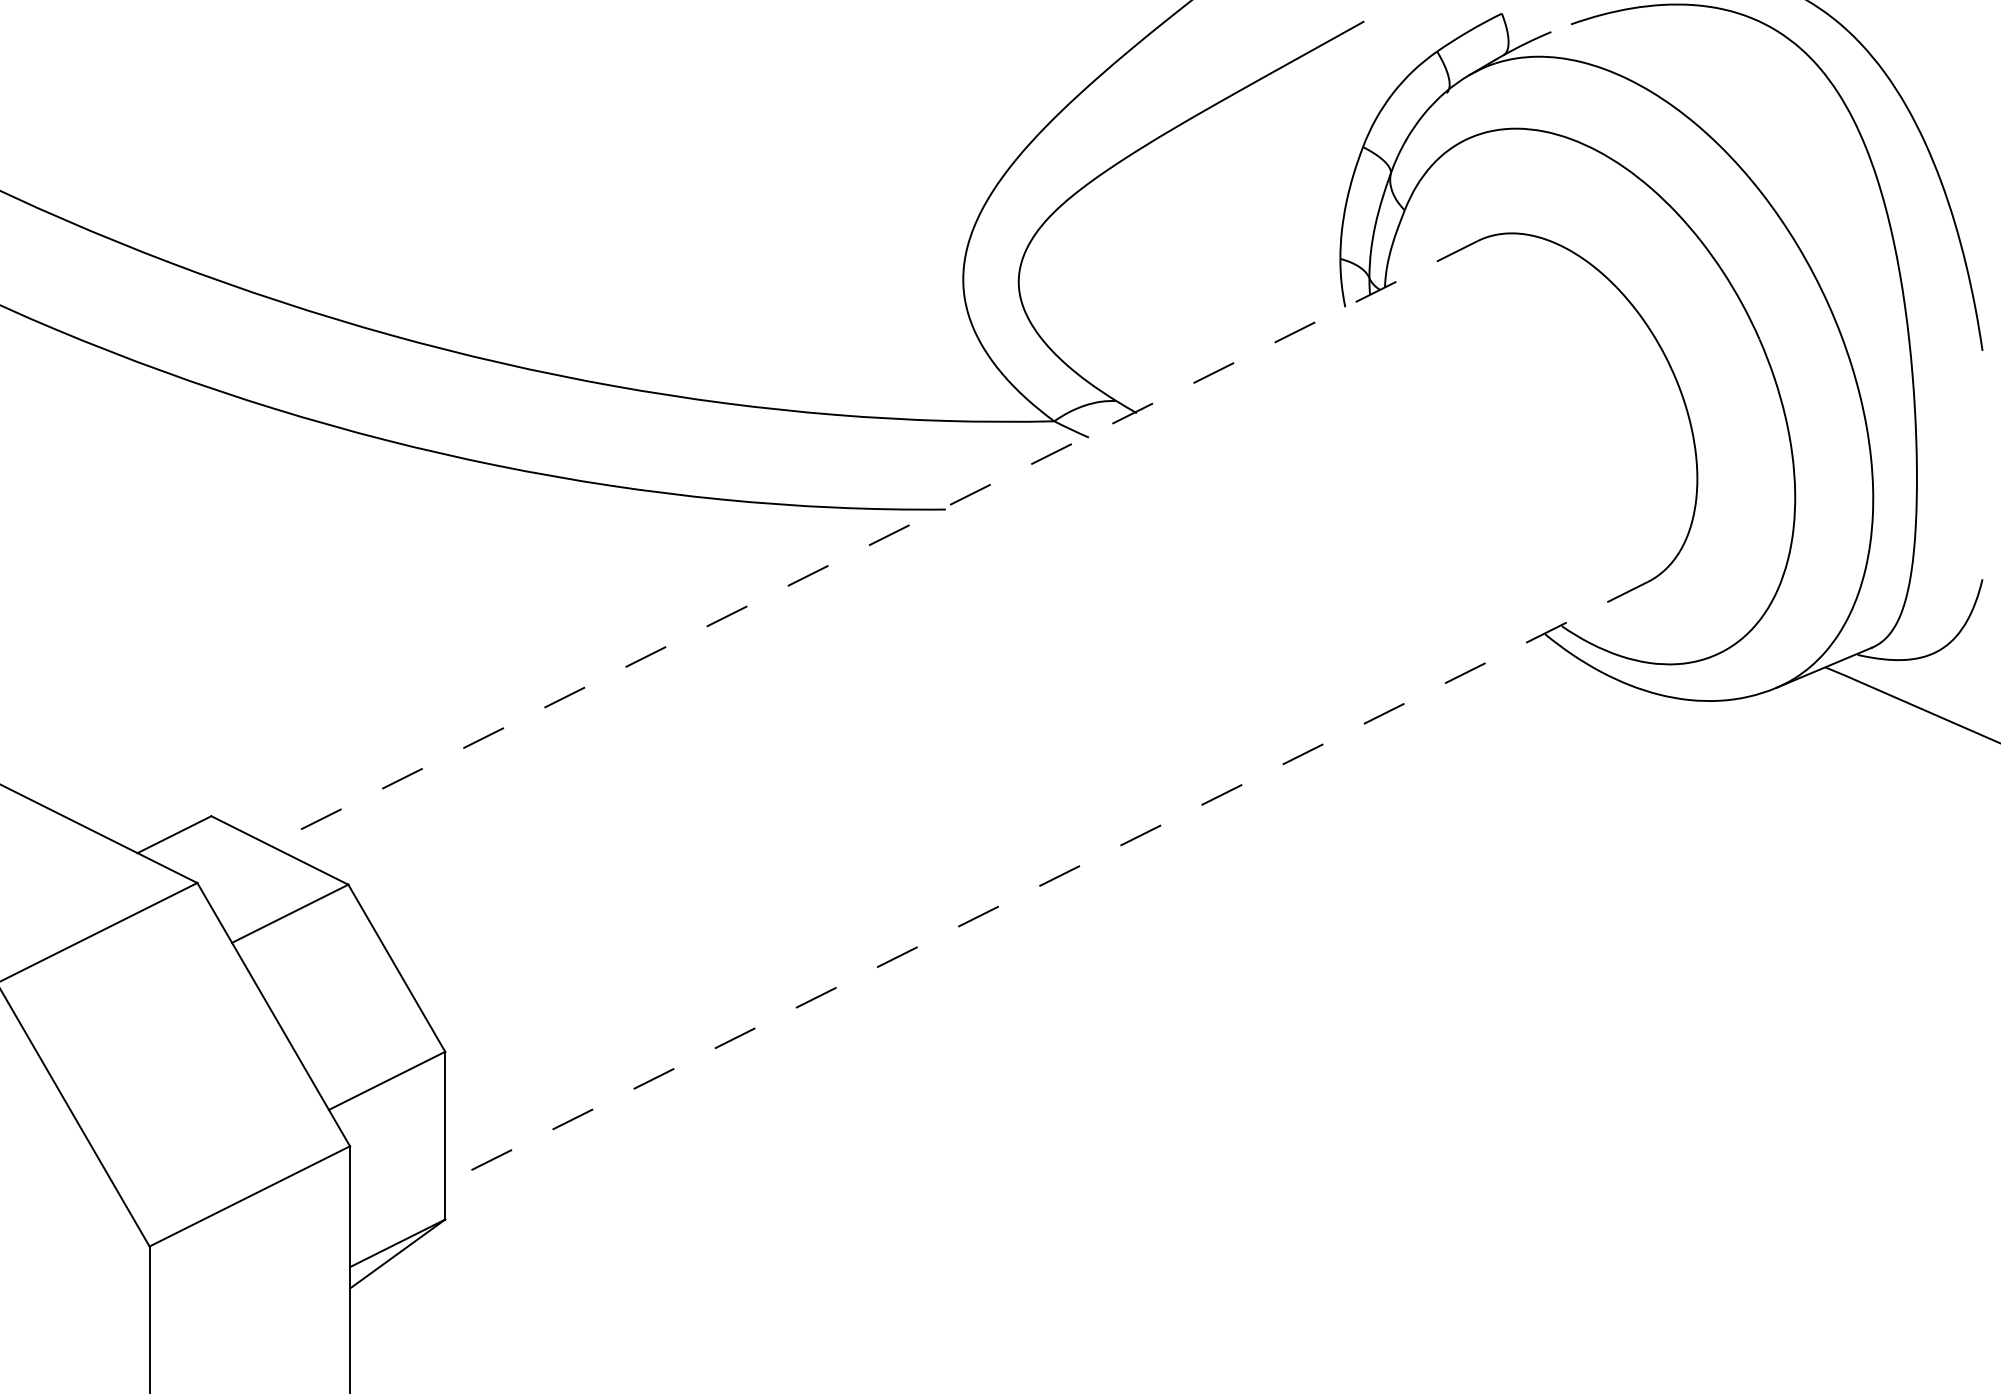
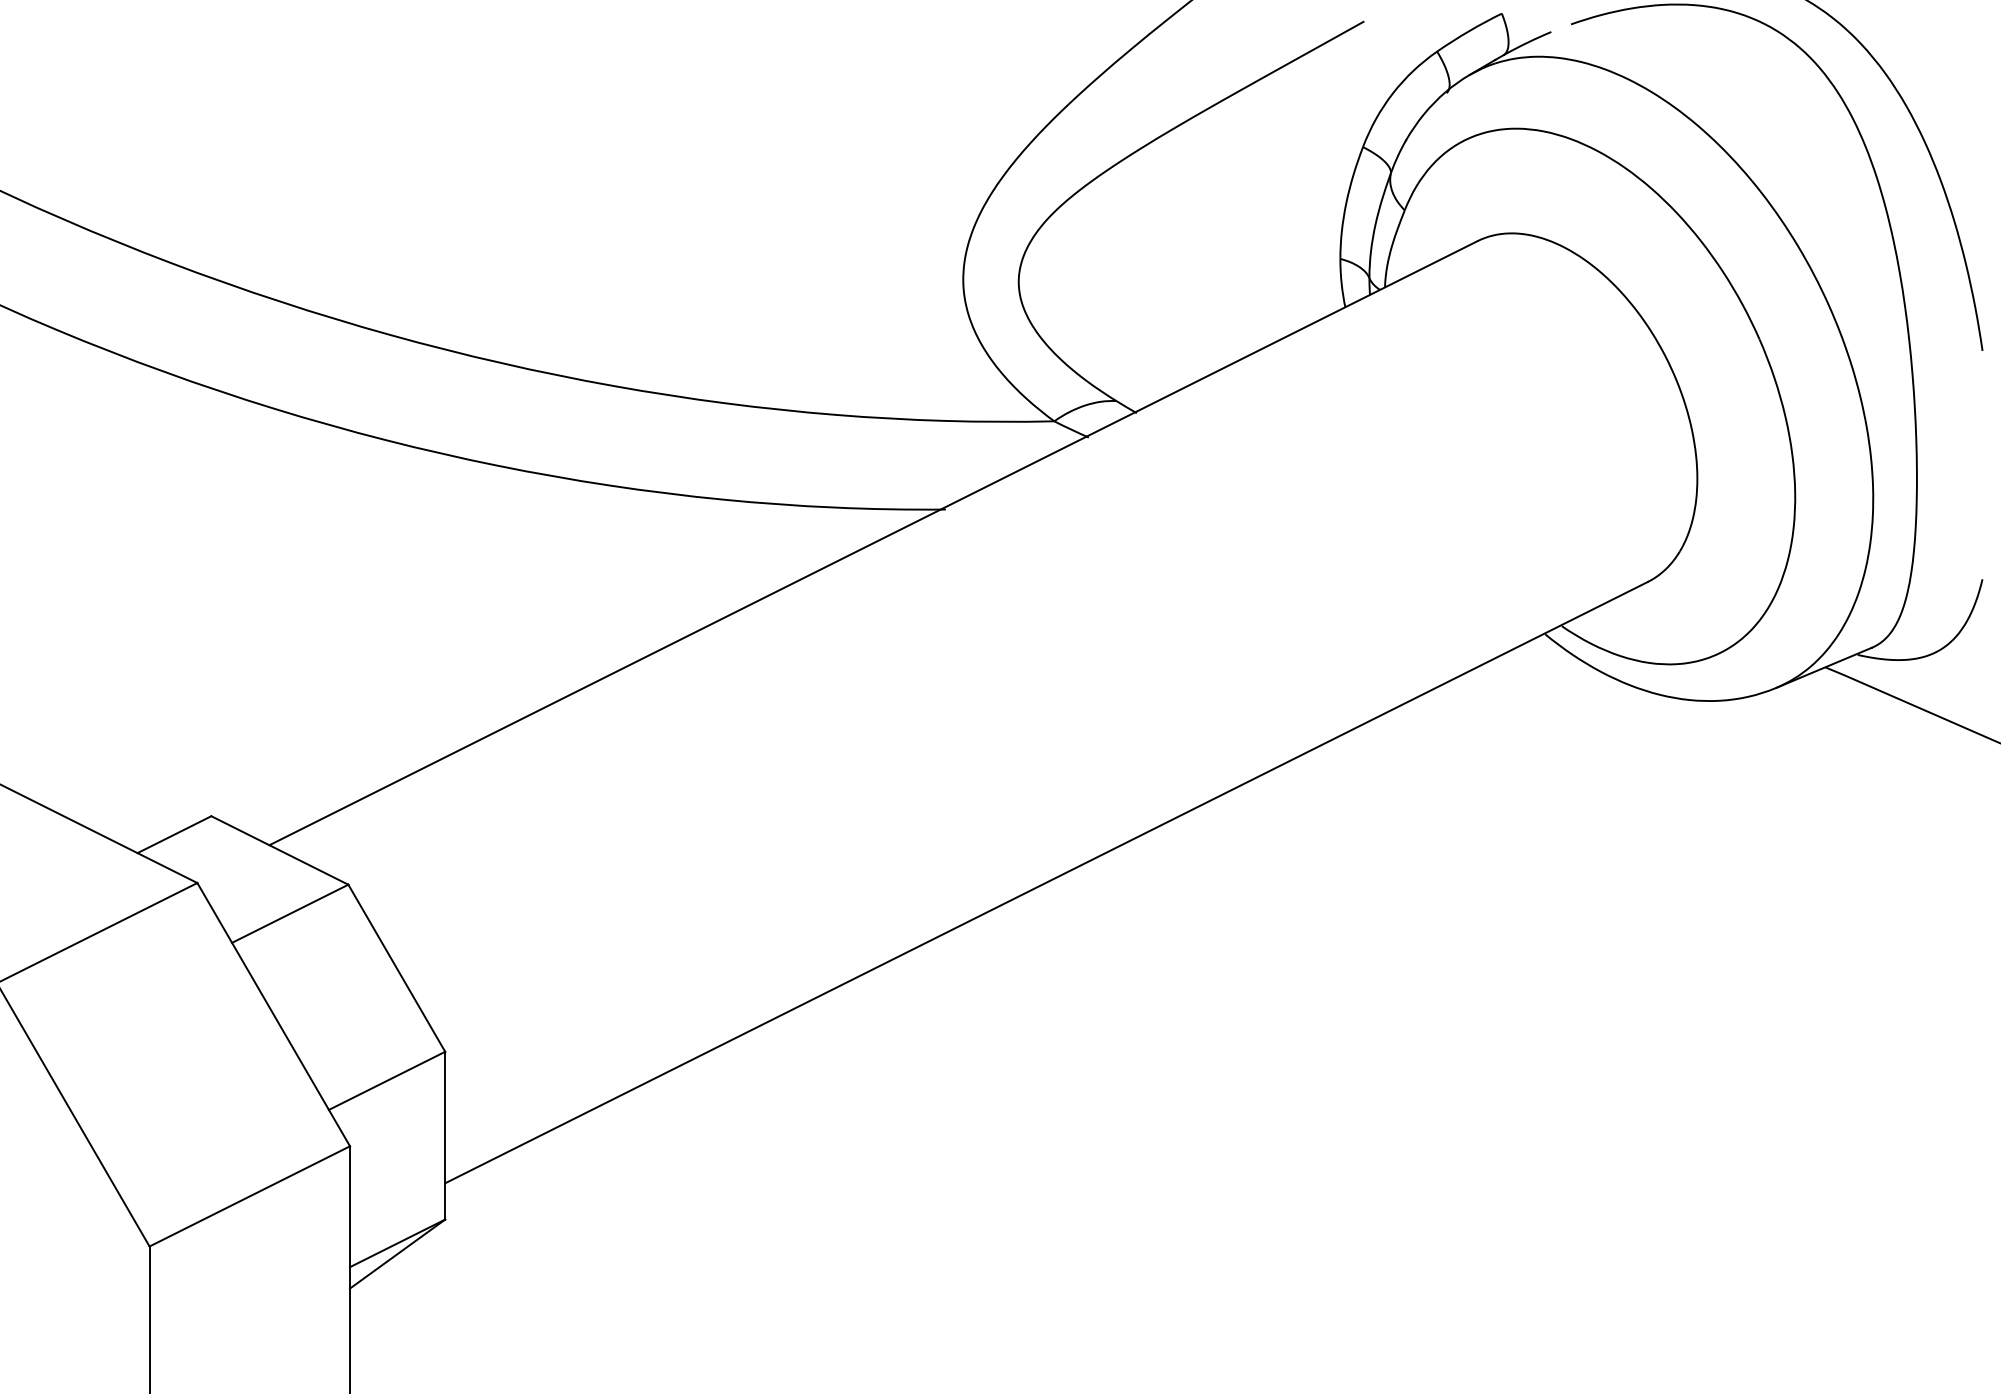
line at (873, 543): dashed -> solid
line at (1046, 882): dashed -> solid
